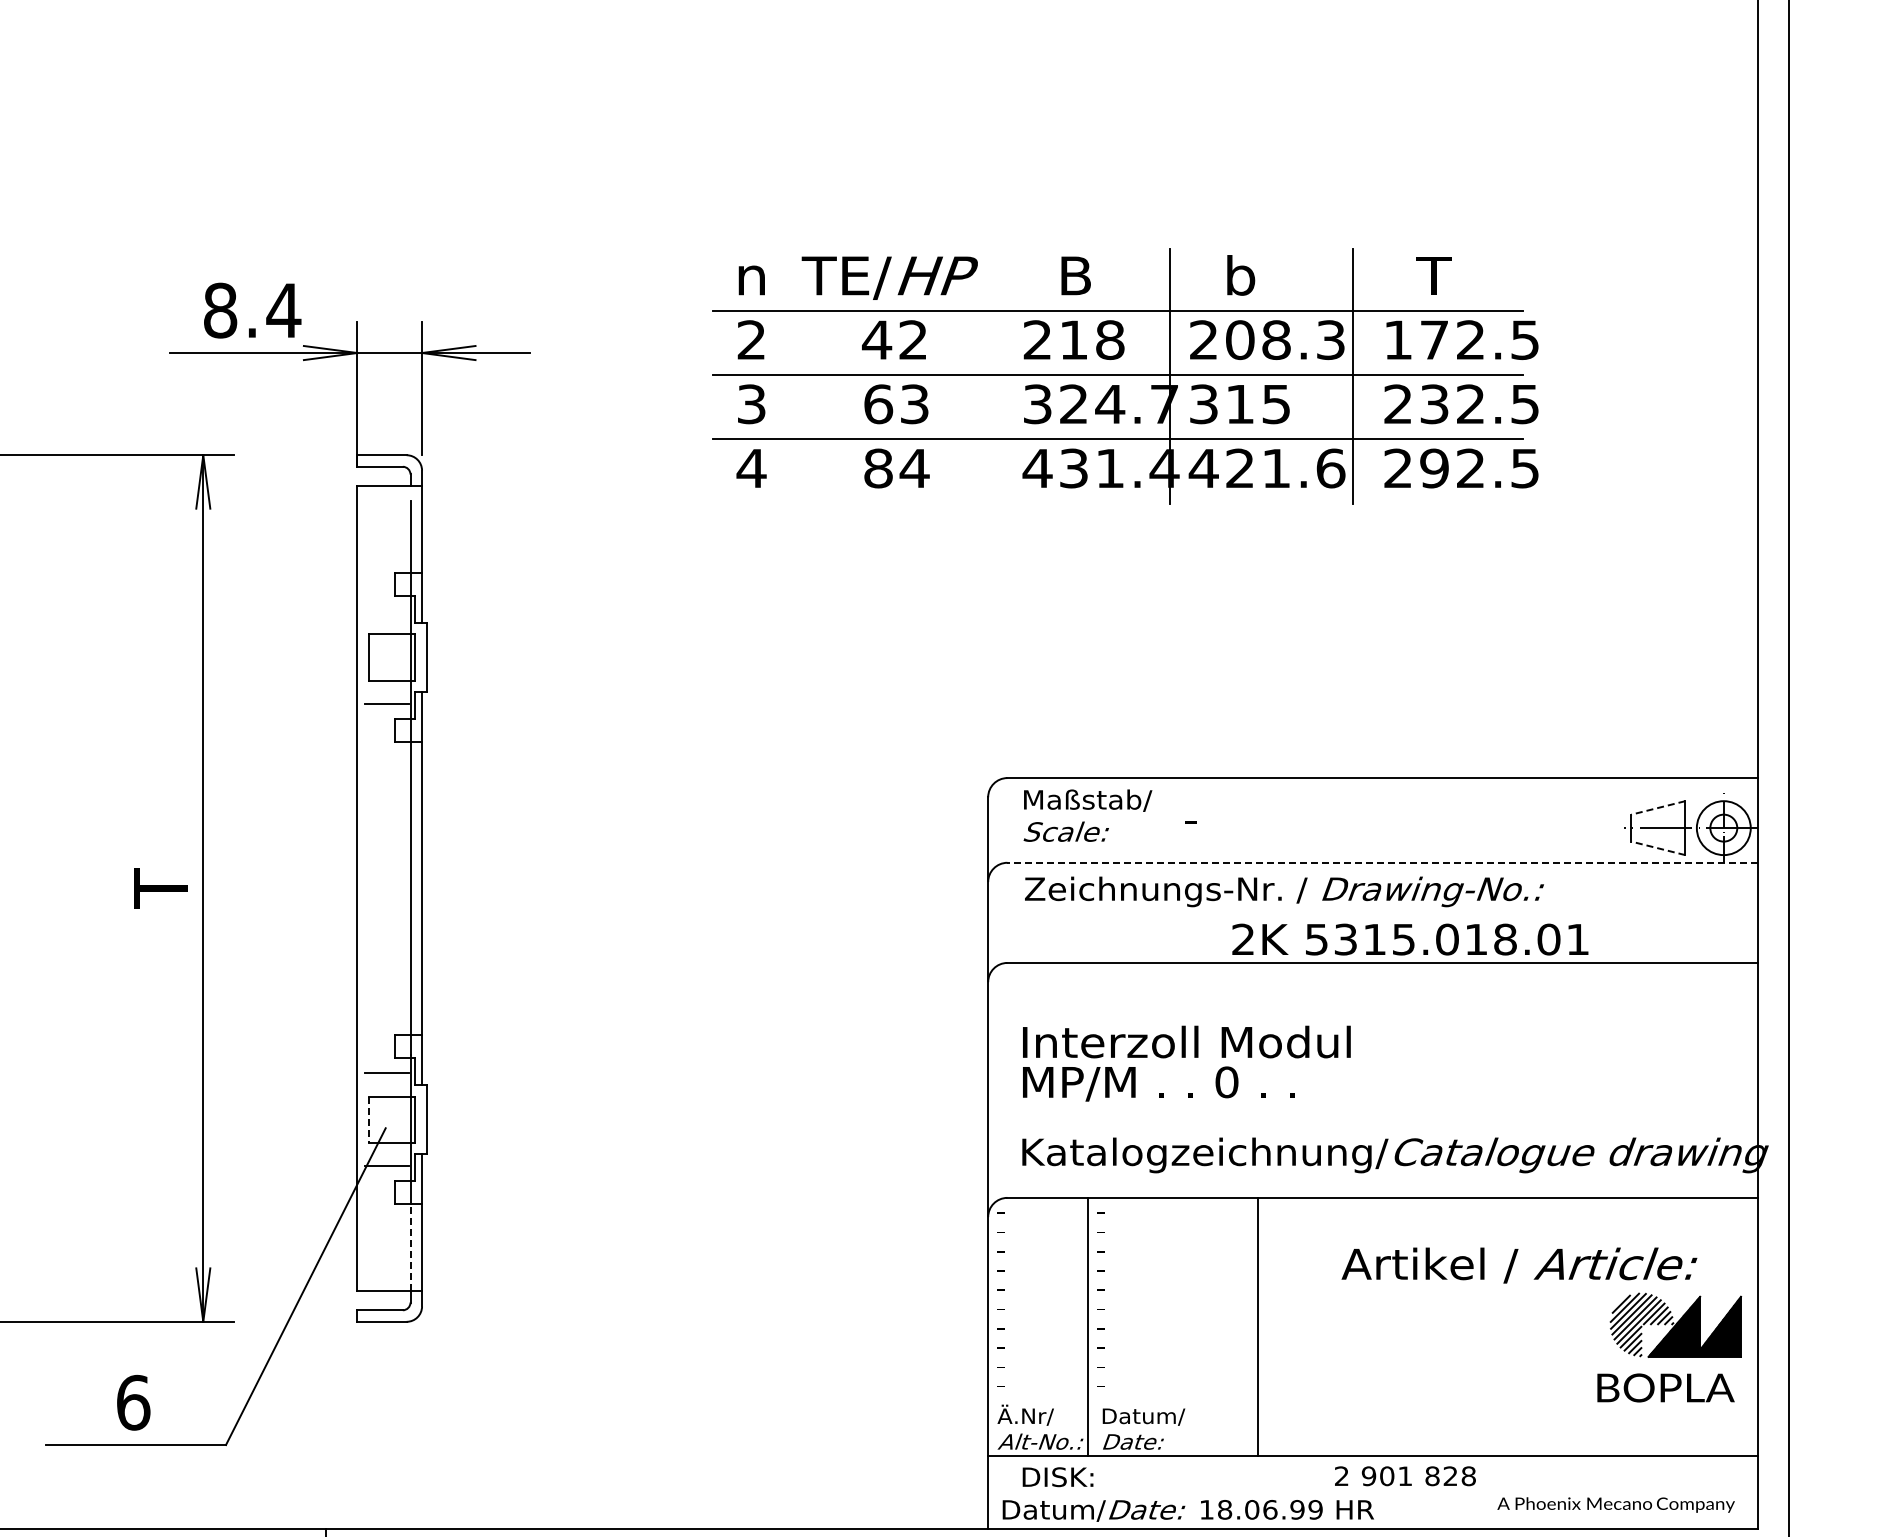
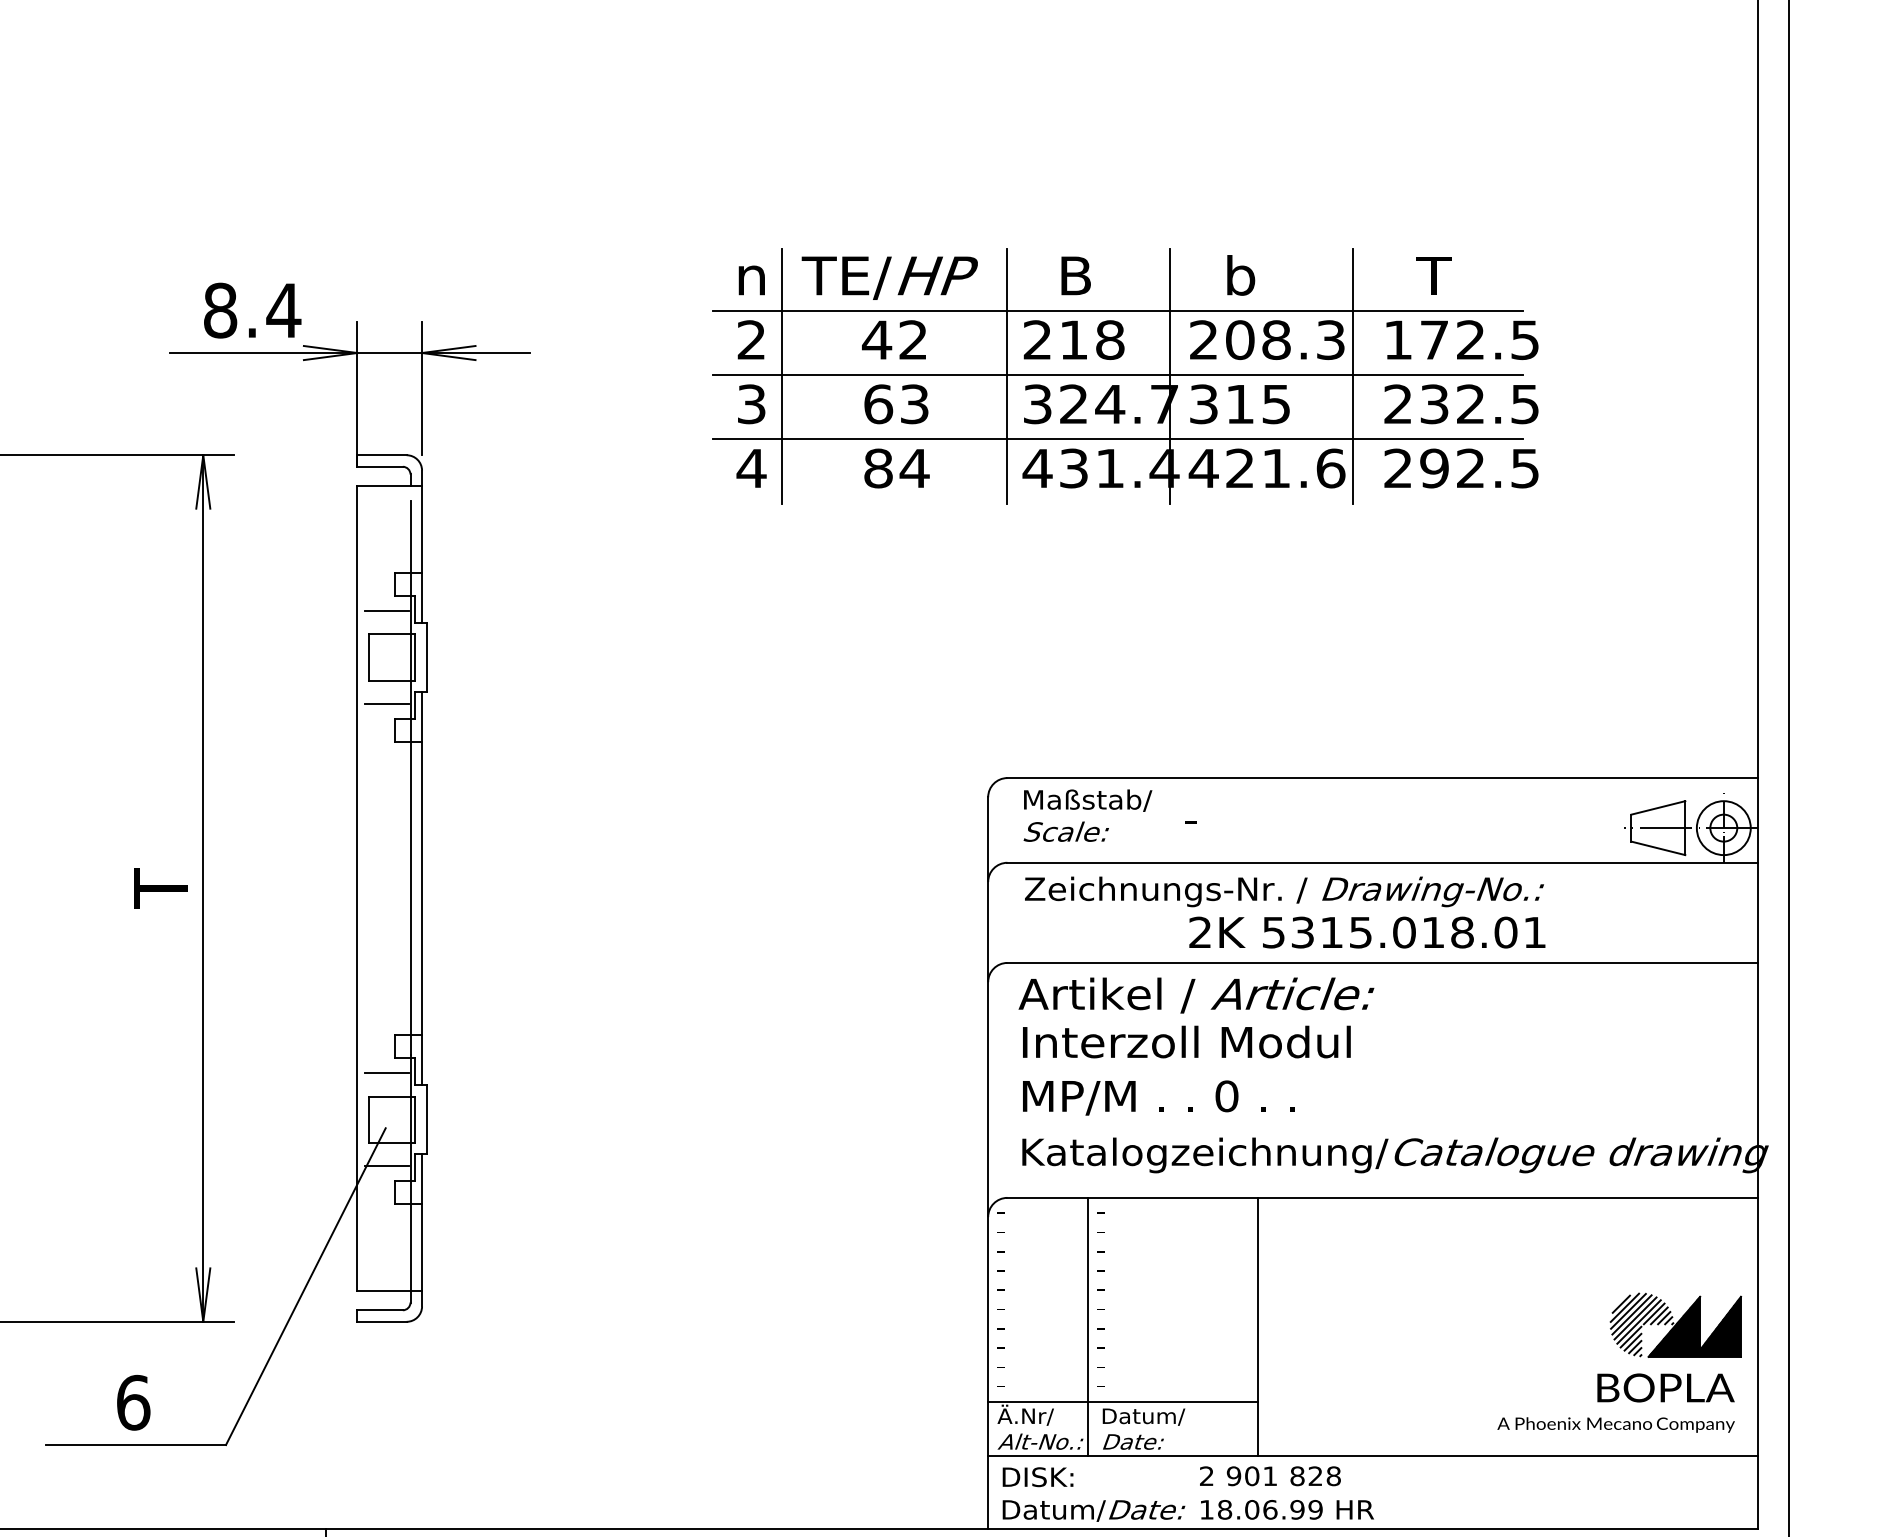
line at (781, 376): none -> present
line at (1006, 376): none -> present
line at (386, 610): none -> present
line at (1658, 807): dashed -> solid
line at (1658, 848): dashed -> solid
line at (1382, 862): dashed -> solid
text at (1410, 939) position: (1410, 939) -> (1367, 932)
text at (1158, 1083) position: (1158, 1083) -> (1158, 1097)
line at (368, 1120): dashed -> solid
line at (410, 1247): dashed -> solid
text at (1519, 1265) position: (1519, 1265) -> (1196, 995)
line at (1122, 1402): none -> present
text at (1405, 1476) position: (1405, 1476) -> (1270, 1476)
text at (1057, 1477) position: (1057, 1477) -> (1037, 1477)
text at (1615, 1504) position: (1615, 1504) -> (1615, 1424)
